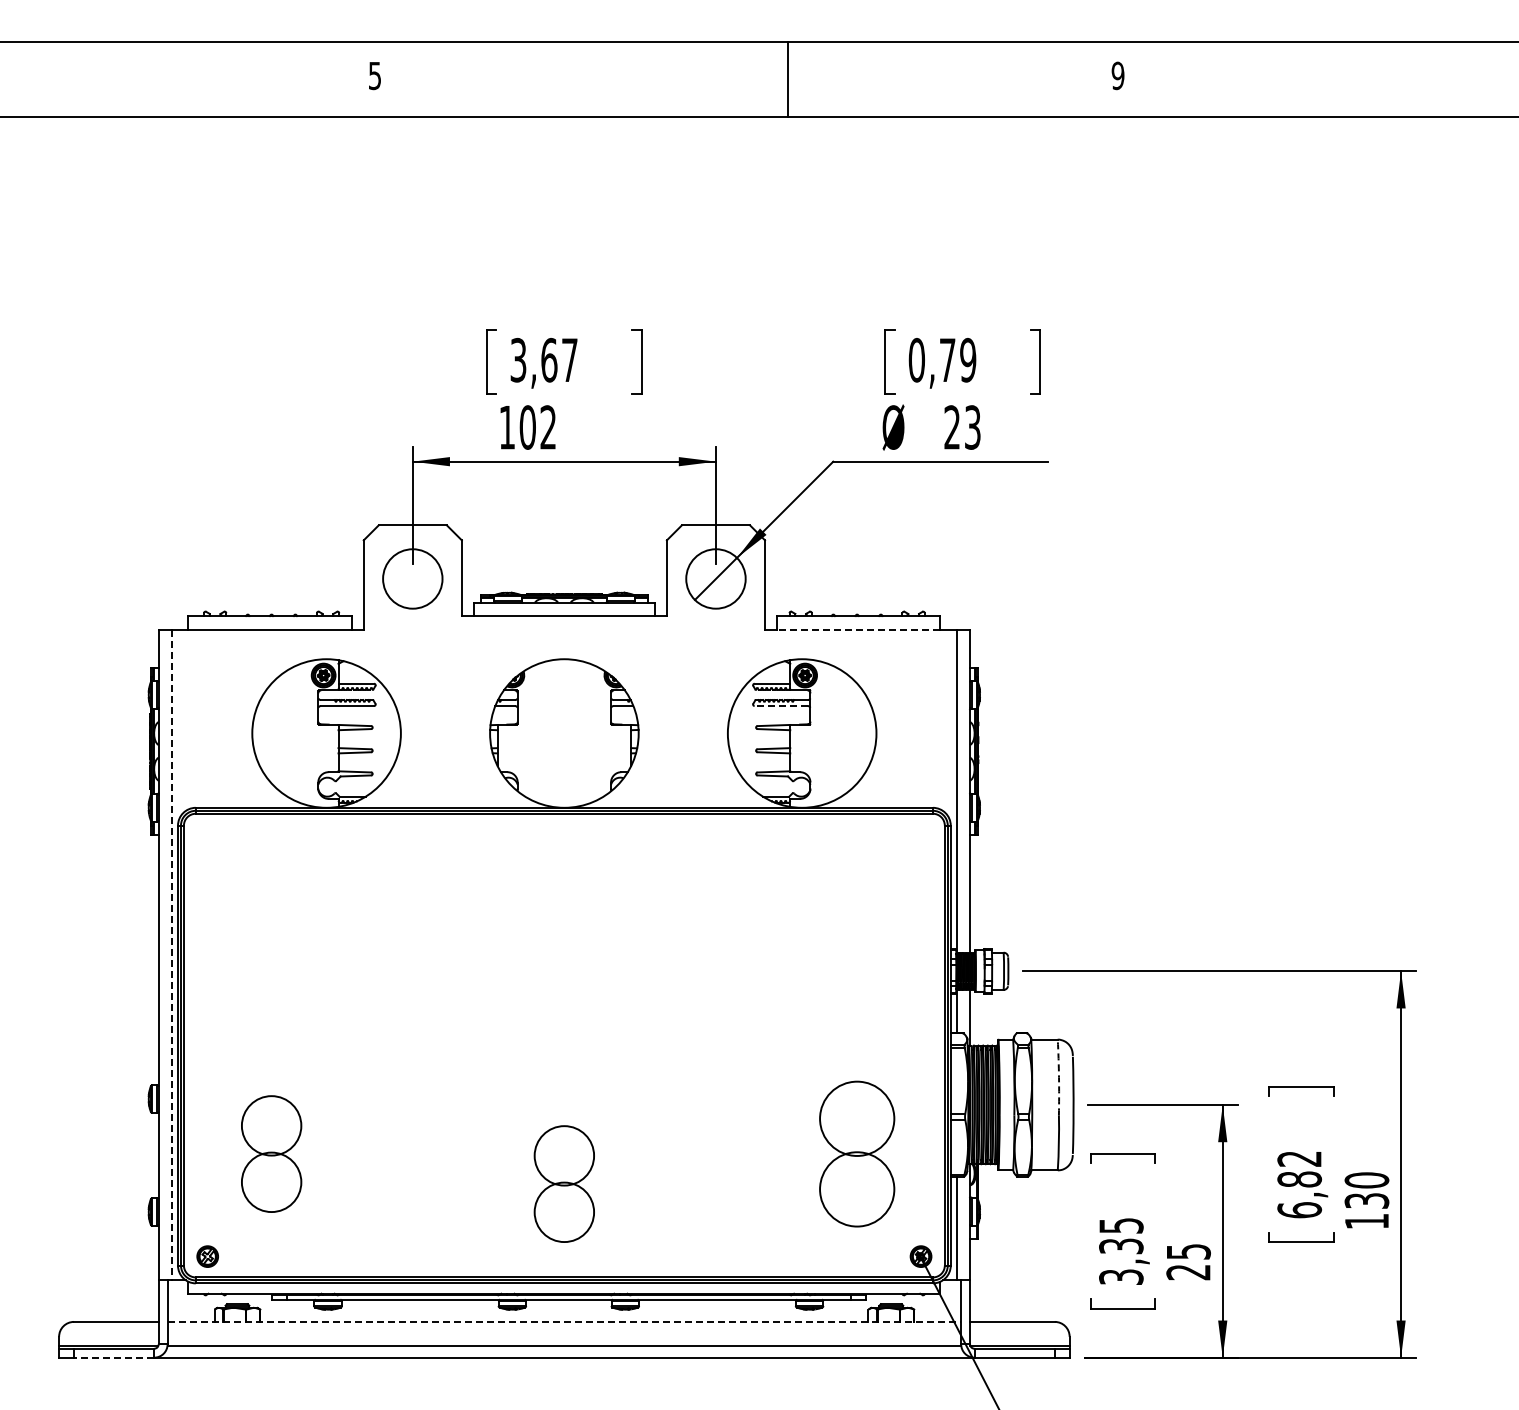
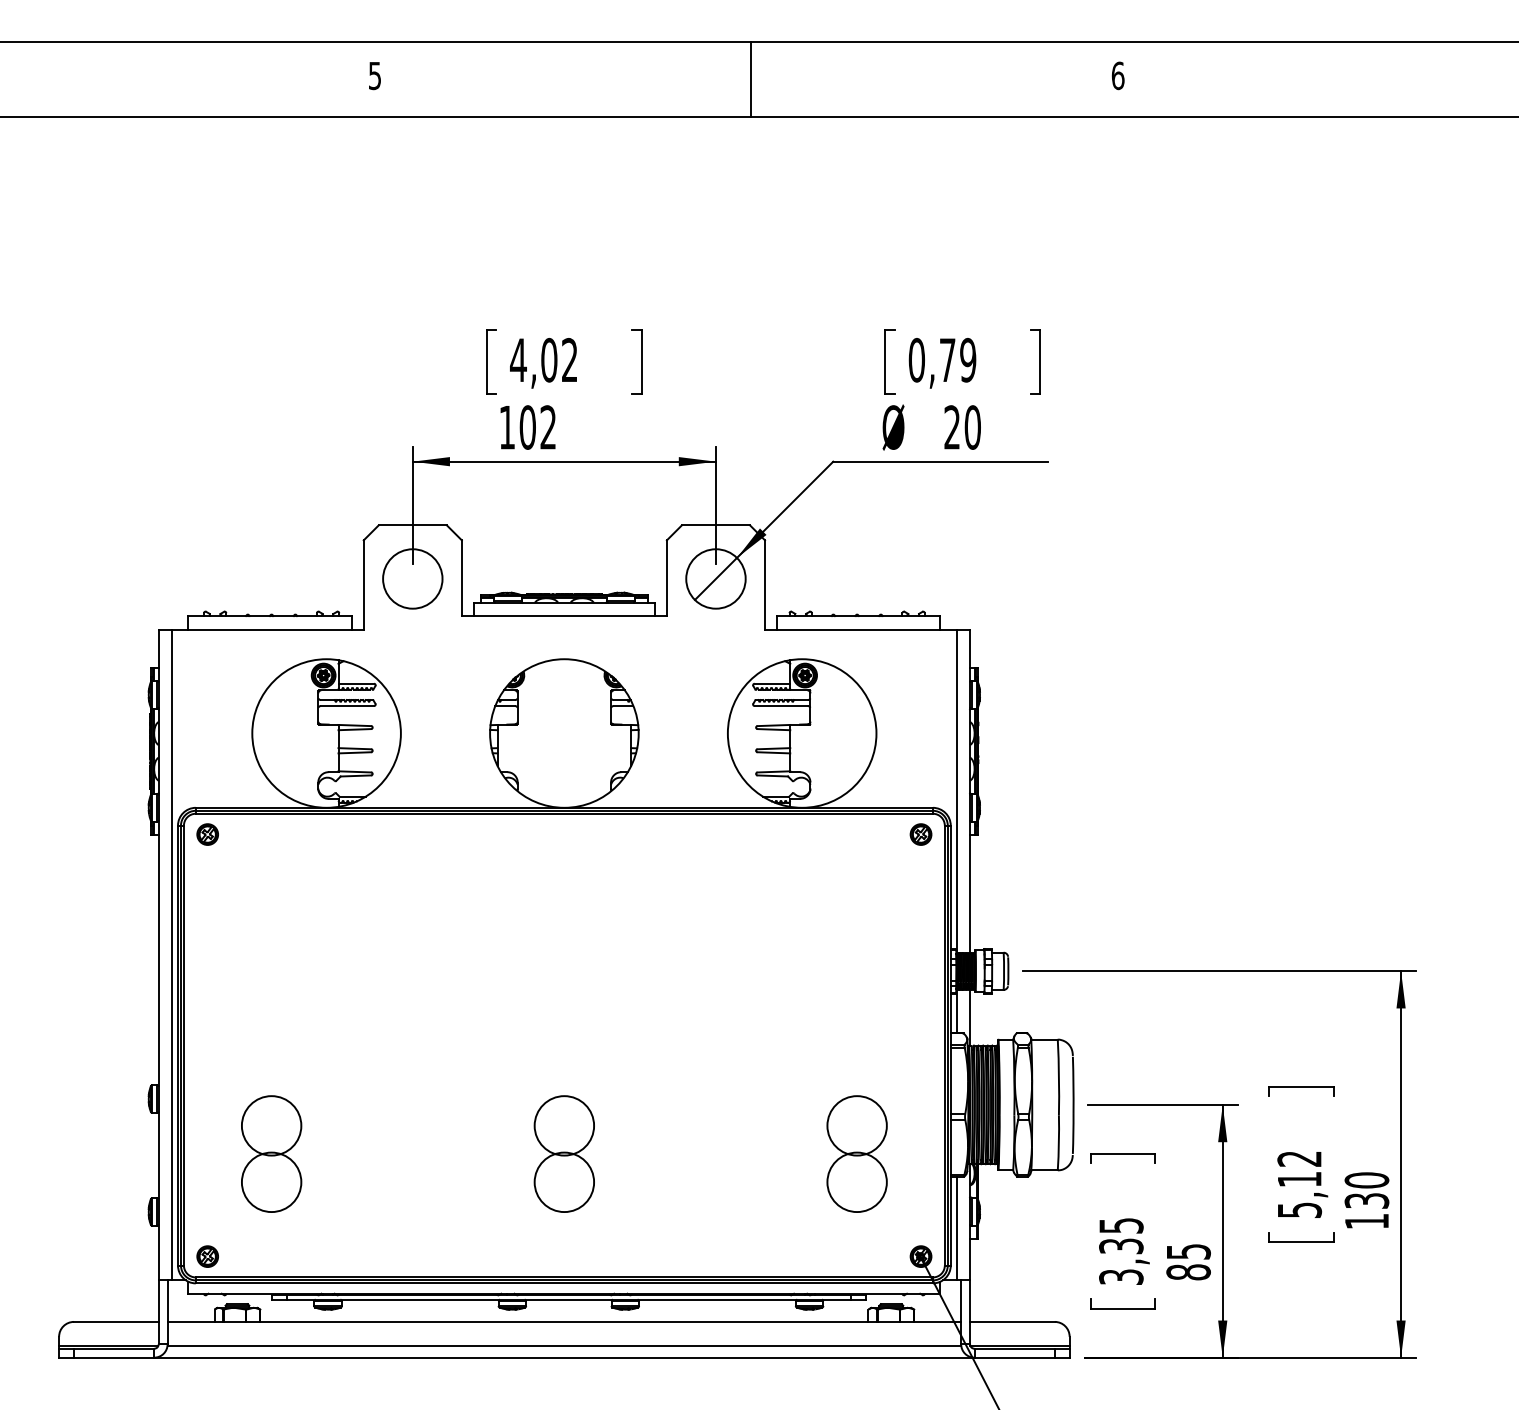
text at (1117, 75): 9 -> 6
line at (787, 79) position: (787, 79) -> (750, 79)
text at (543, 359): 3,67 -> 4,02
text at (972, 427): 23 -> 20
line at (858, 629): dashed -> solid
line at (781, 706): dashed -> solid
part at (207, 834): none -> present
part at (920, 834): none -> present
line at (172, 955): dashed -> solid
arc at (1059, 1077): dashed -> solid
part at (857, 1153) size: 77x148 px -> 62x118 px
part at (563, 1183) position: (563, 1183) -> (563, 1153)
text at (1299, 1194): 6,82 -> 5,12
text at (1188, 1272): 25 -> 85
line at (564, 1321): dashed -> solid
line at (113, 1357): dashed -> solid
